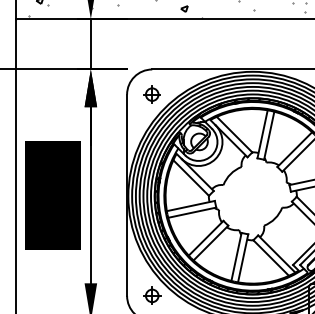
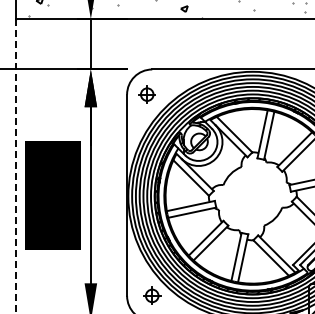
part at (151, 94) position: (151, 94) -> (146, 94)
line at (16, 166): solid -> dashed
